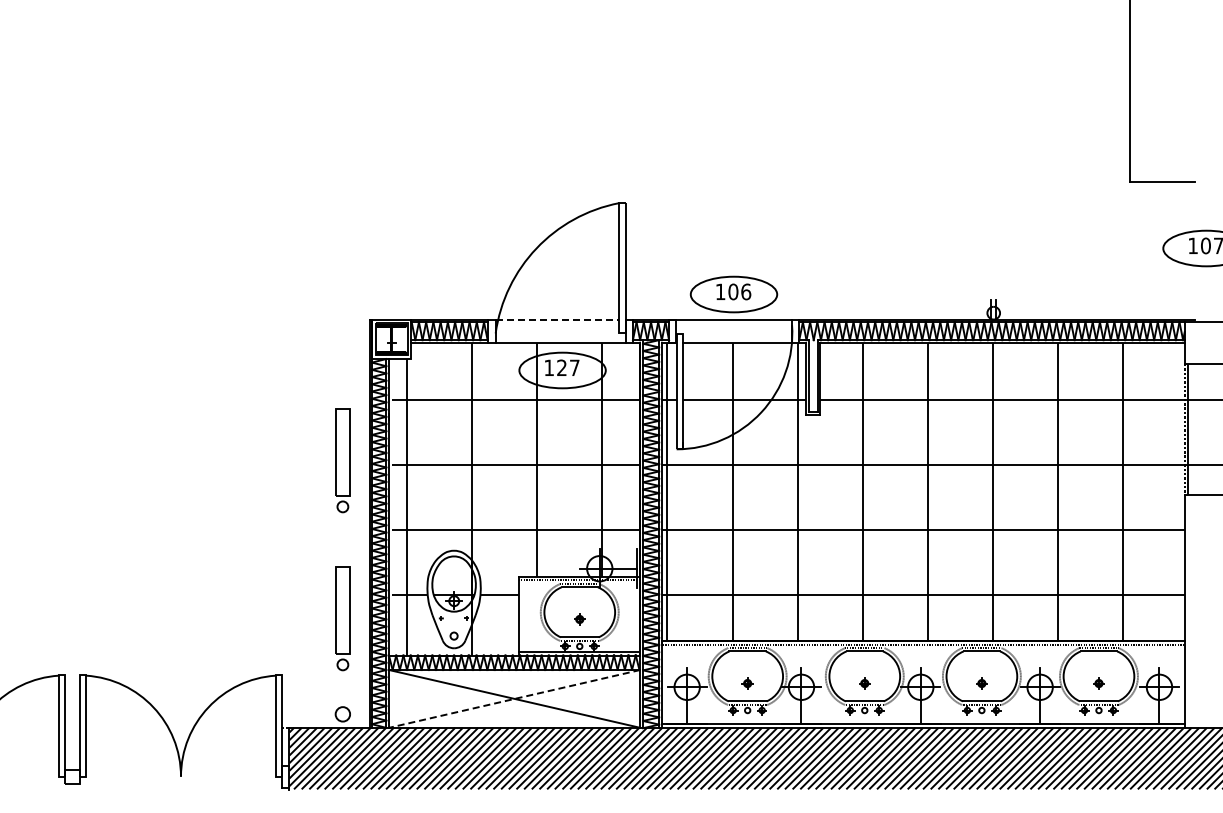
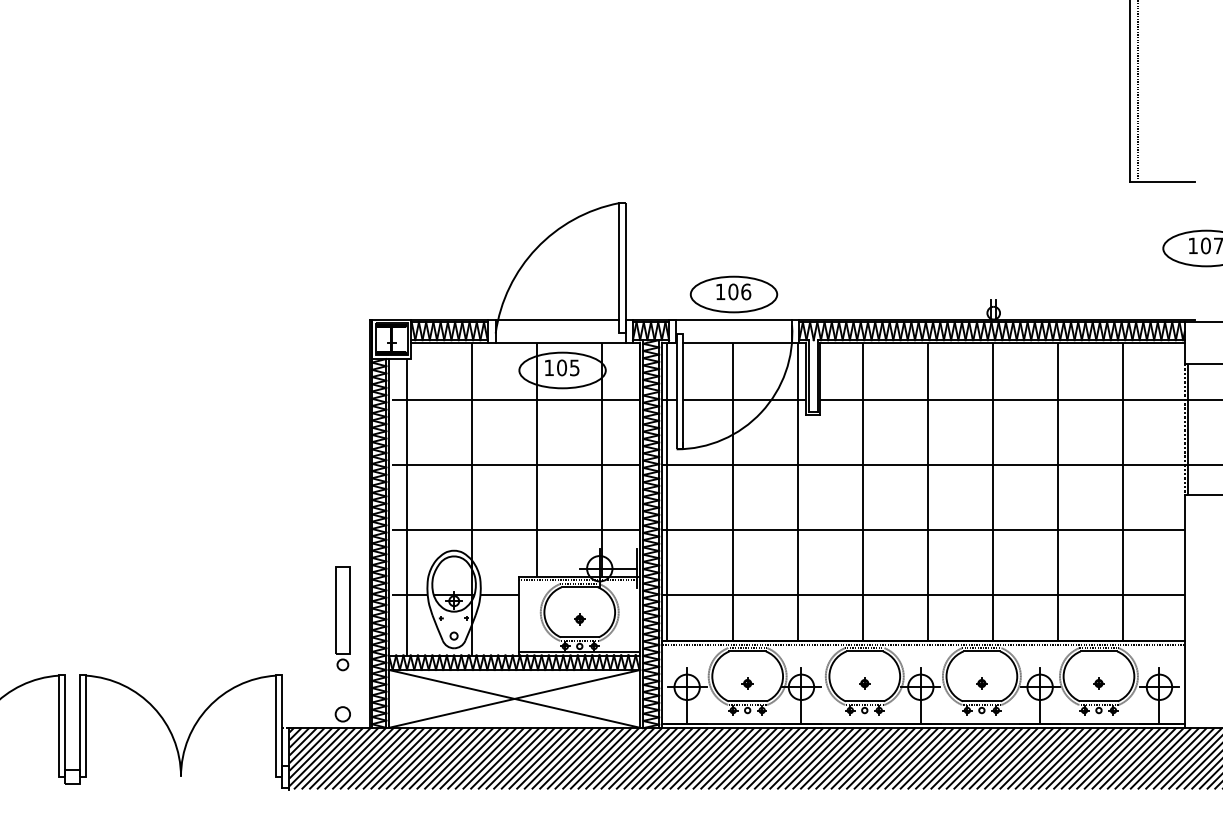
line at (1137, 91): none -> present
line at (557, 319): dashed -> solid
text at (568, 367): 127 -> 105
part at (342, 460): present -> none
line at (514, 698): dashed -> solid
